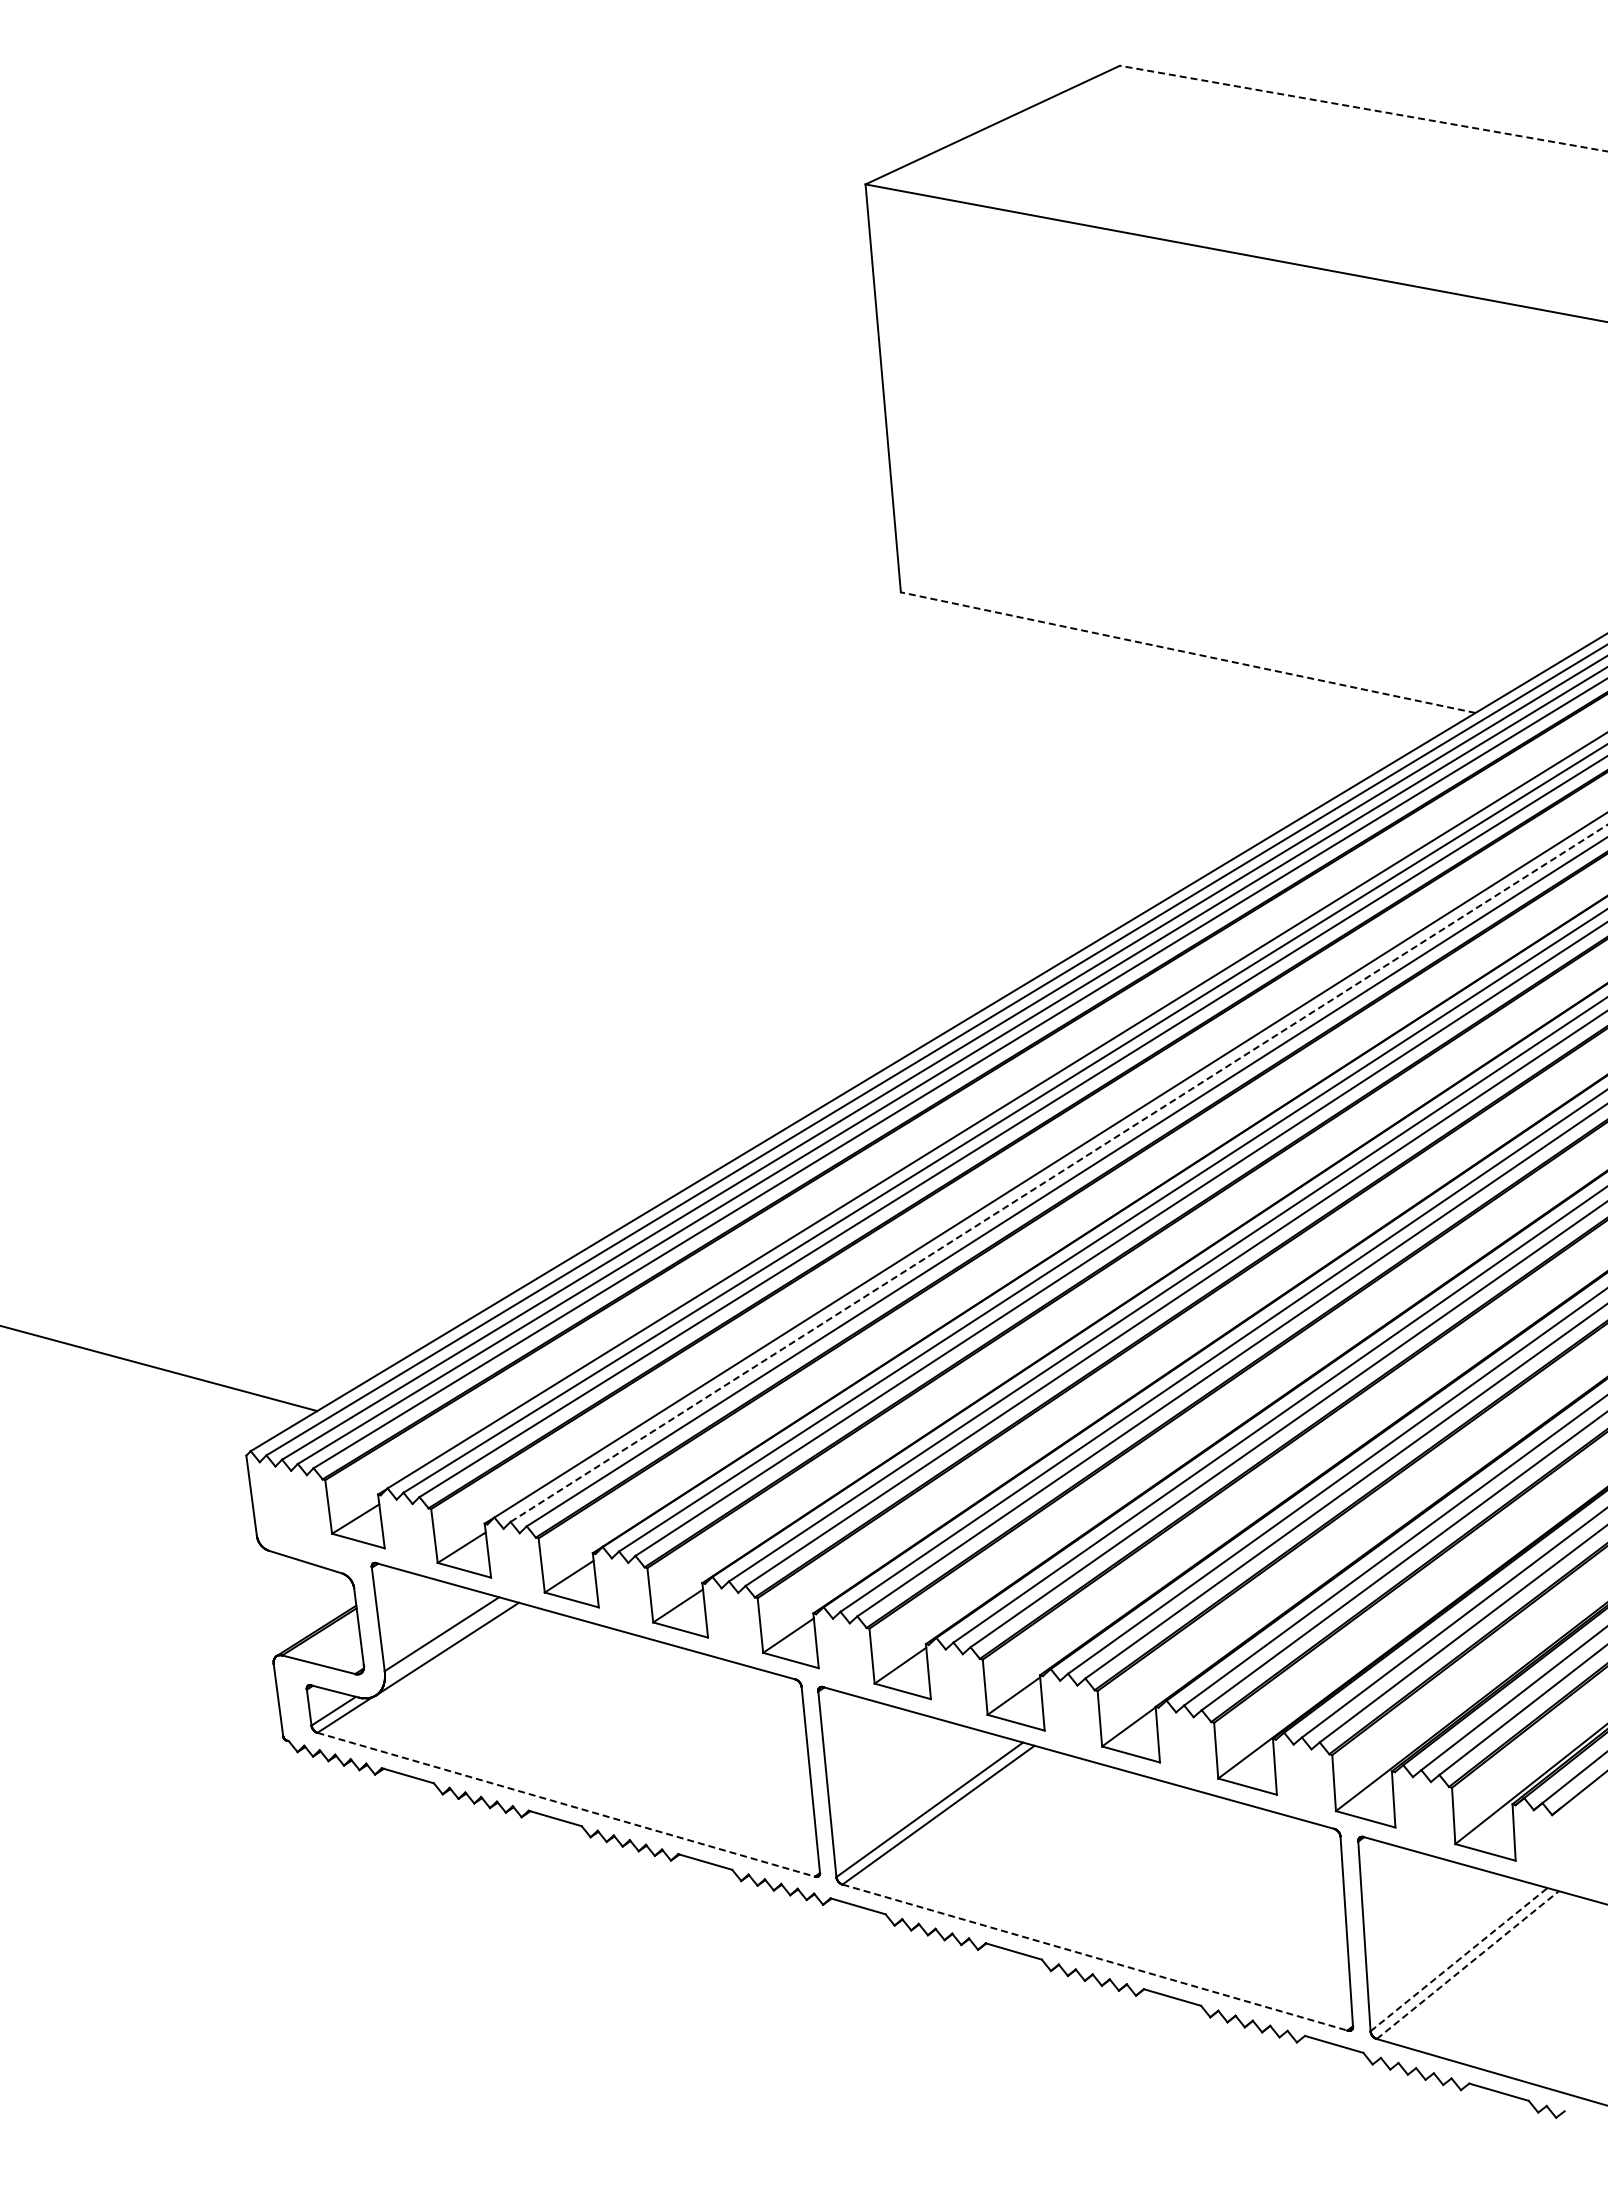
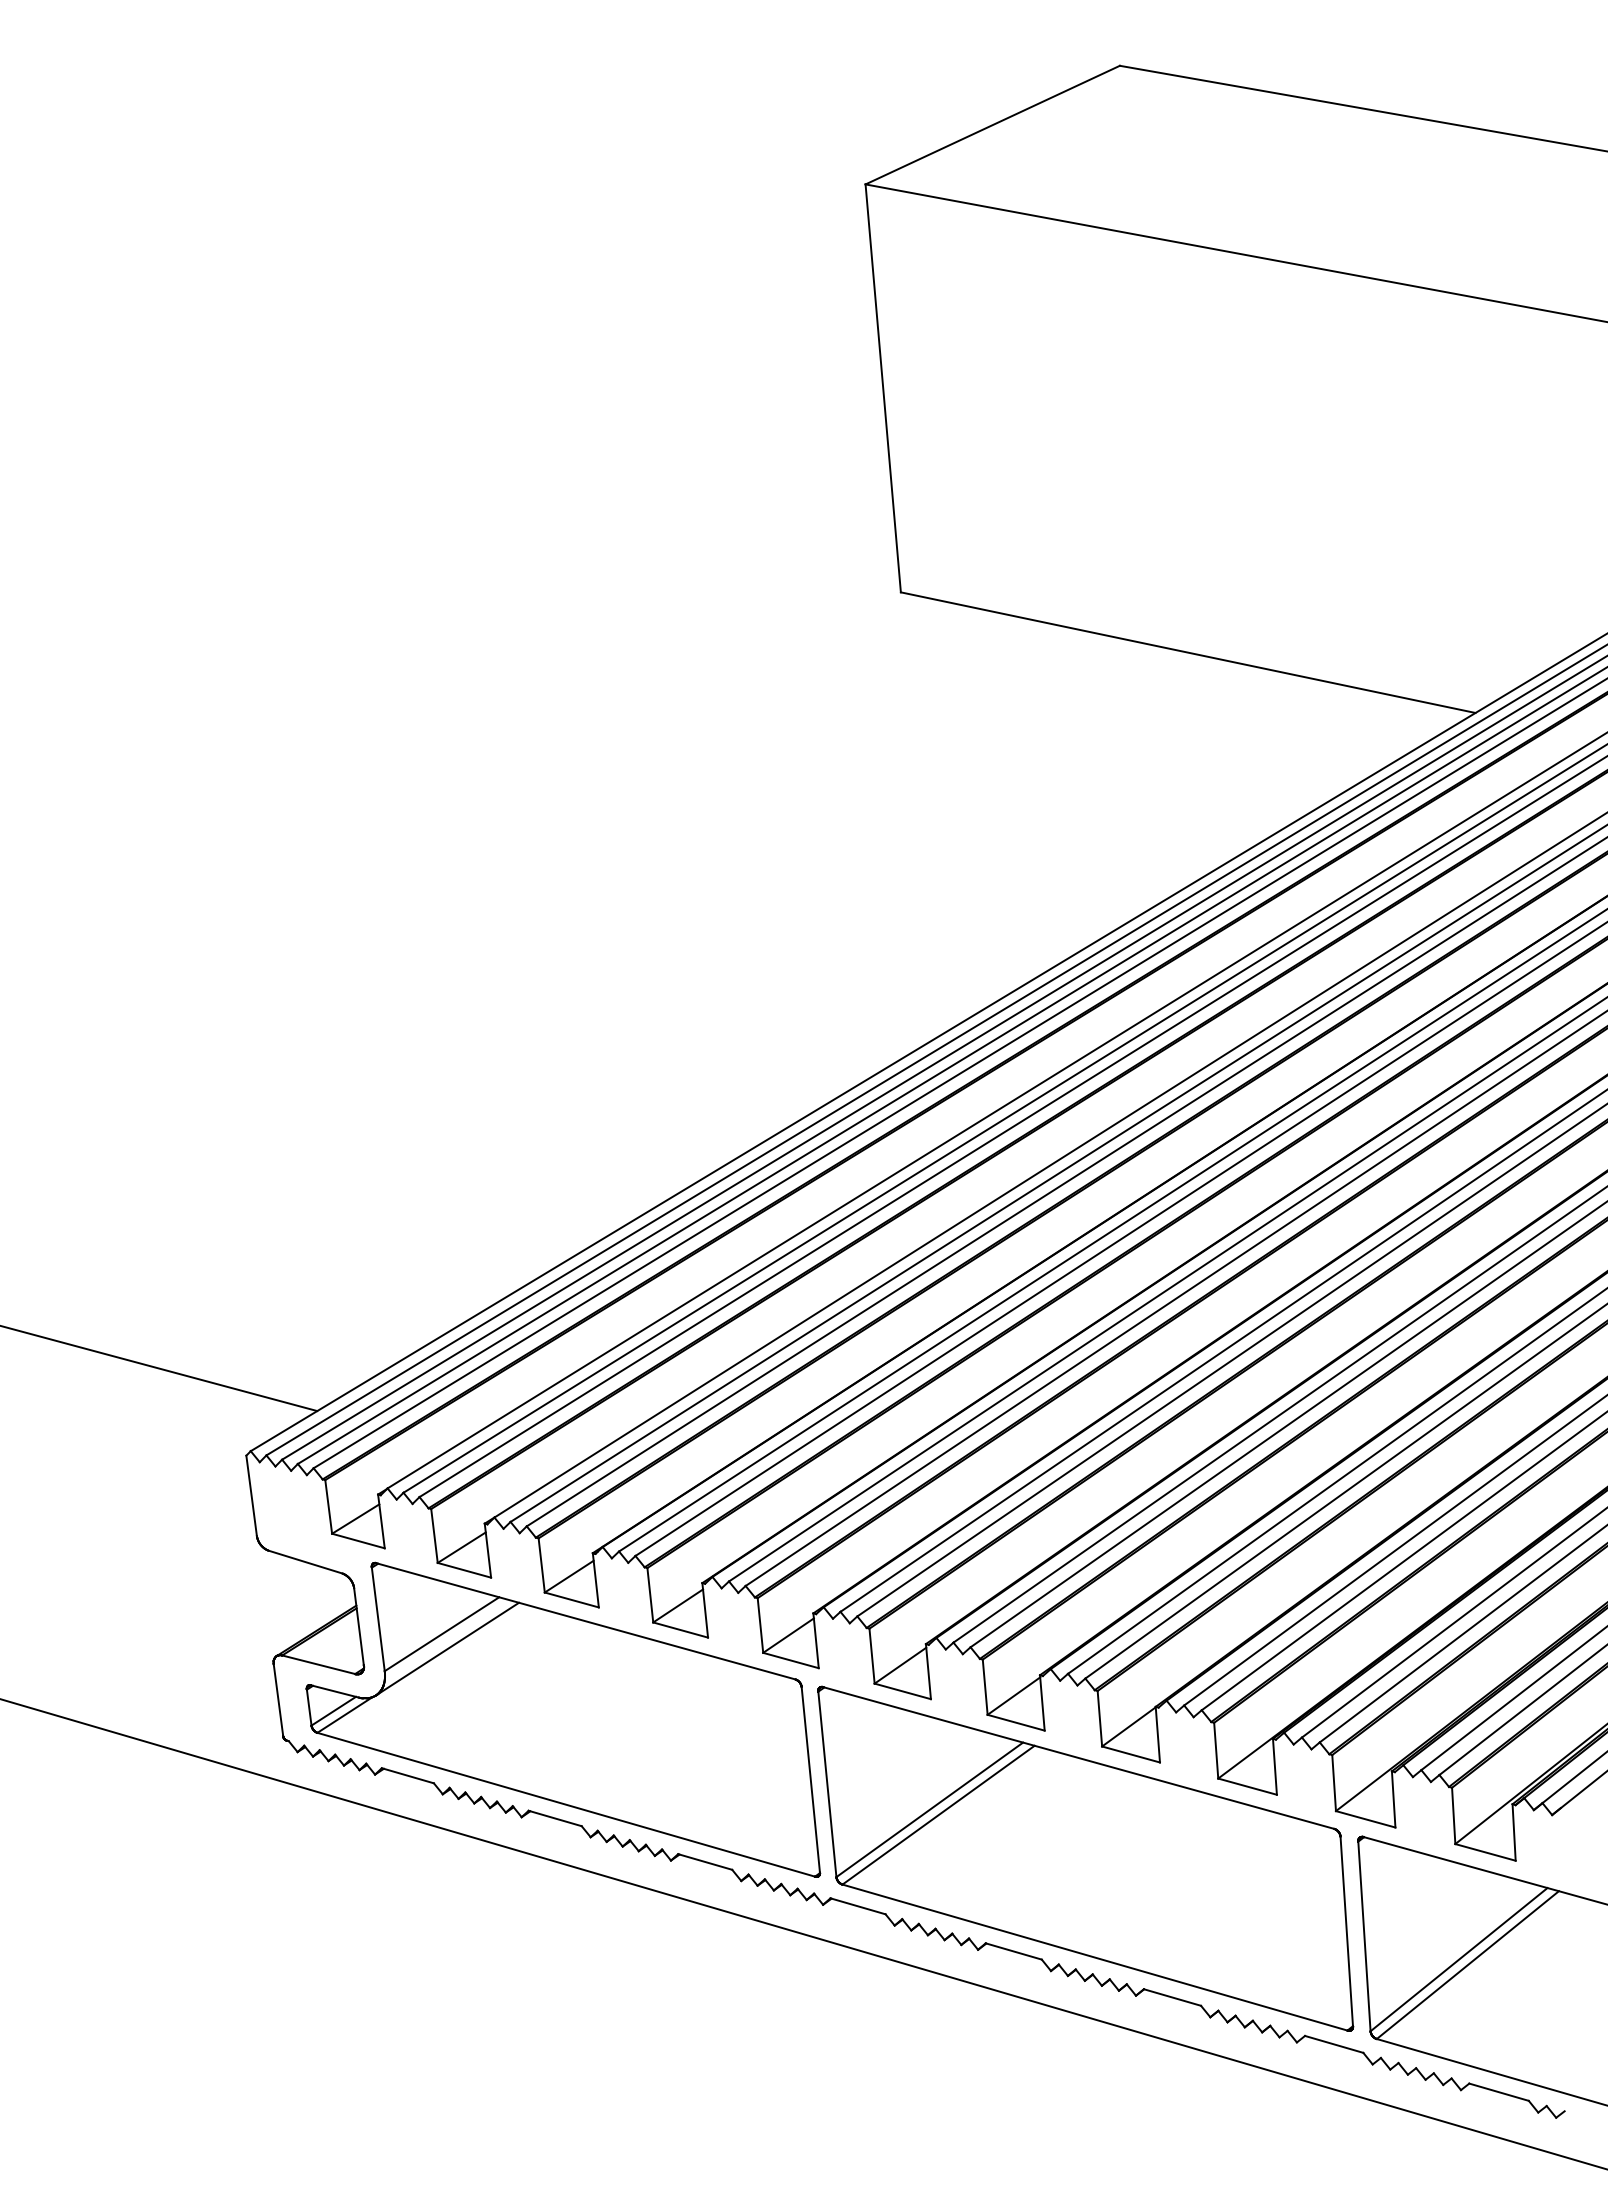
line at (1363, 108): dashed -> solid
line at (1188, 652): dashed -> solid
line at (1059, 1173): dashed -> solid
line at (566, 1804): dashed -> solid
line at (803, 1933): none -> present
line at (1095, 1957): dashed -> solid
line at (1459, 1959): dashed -> solid
line at (1468, 1964): dashed -> solid
